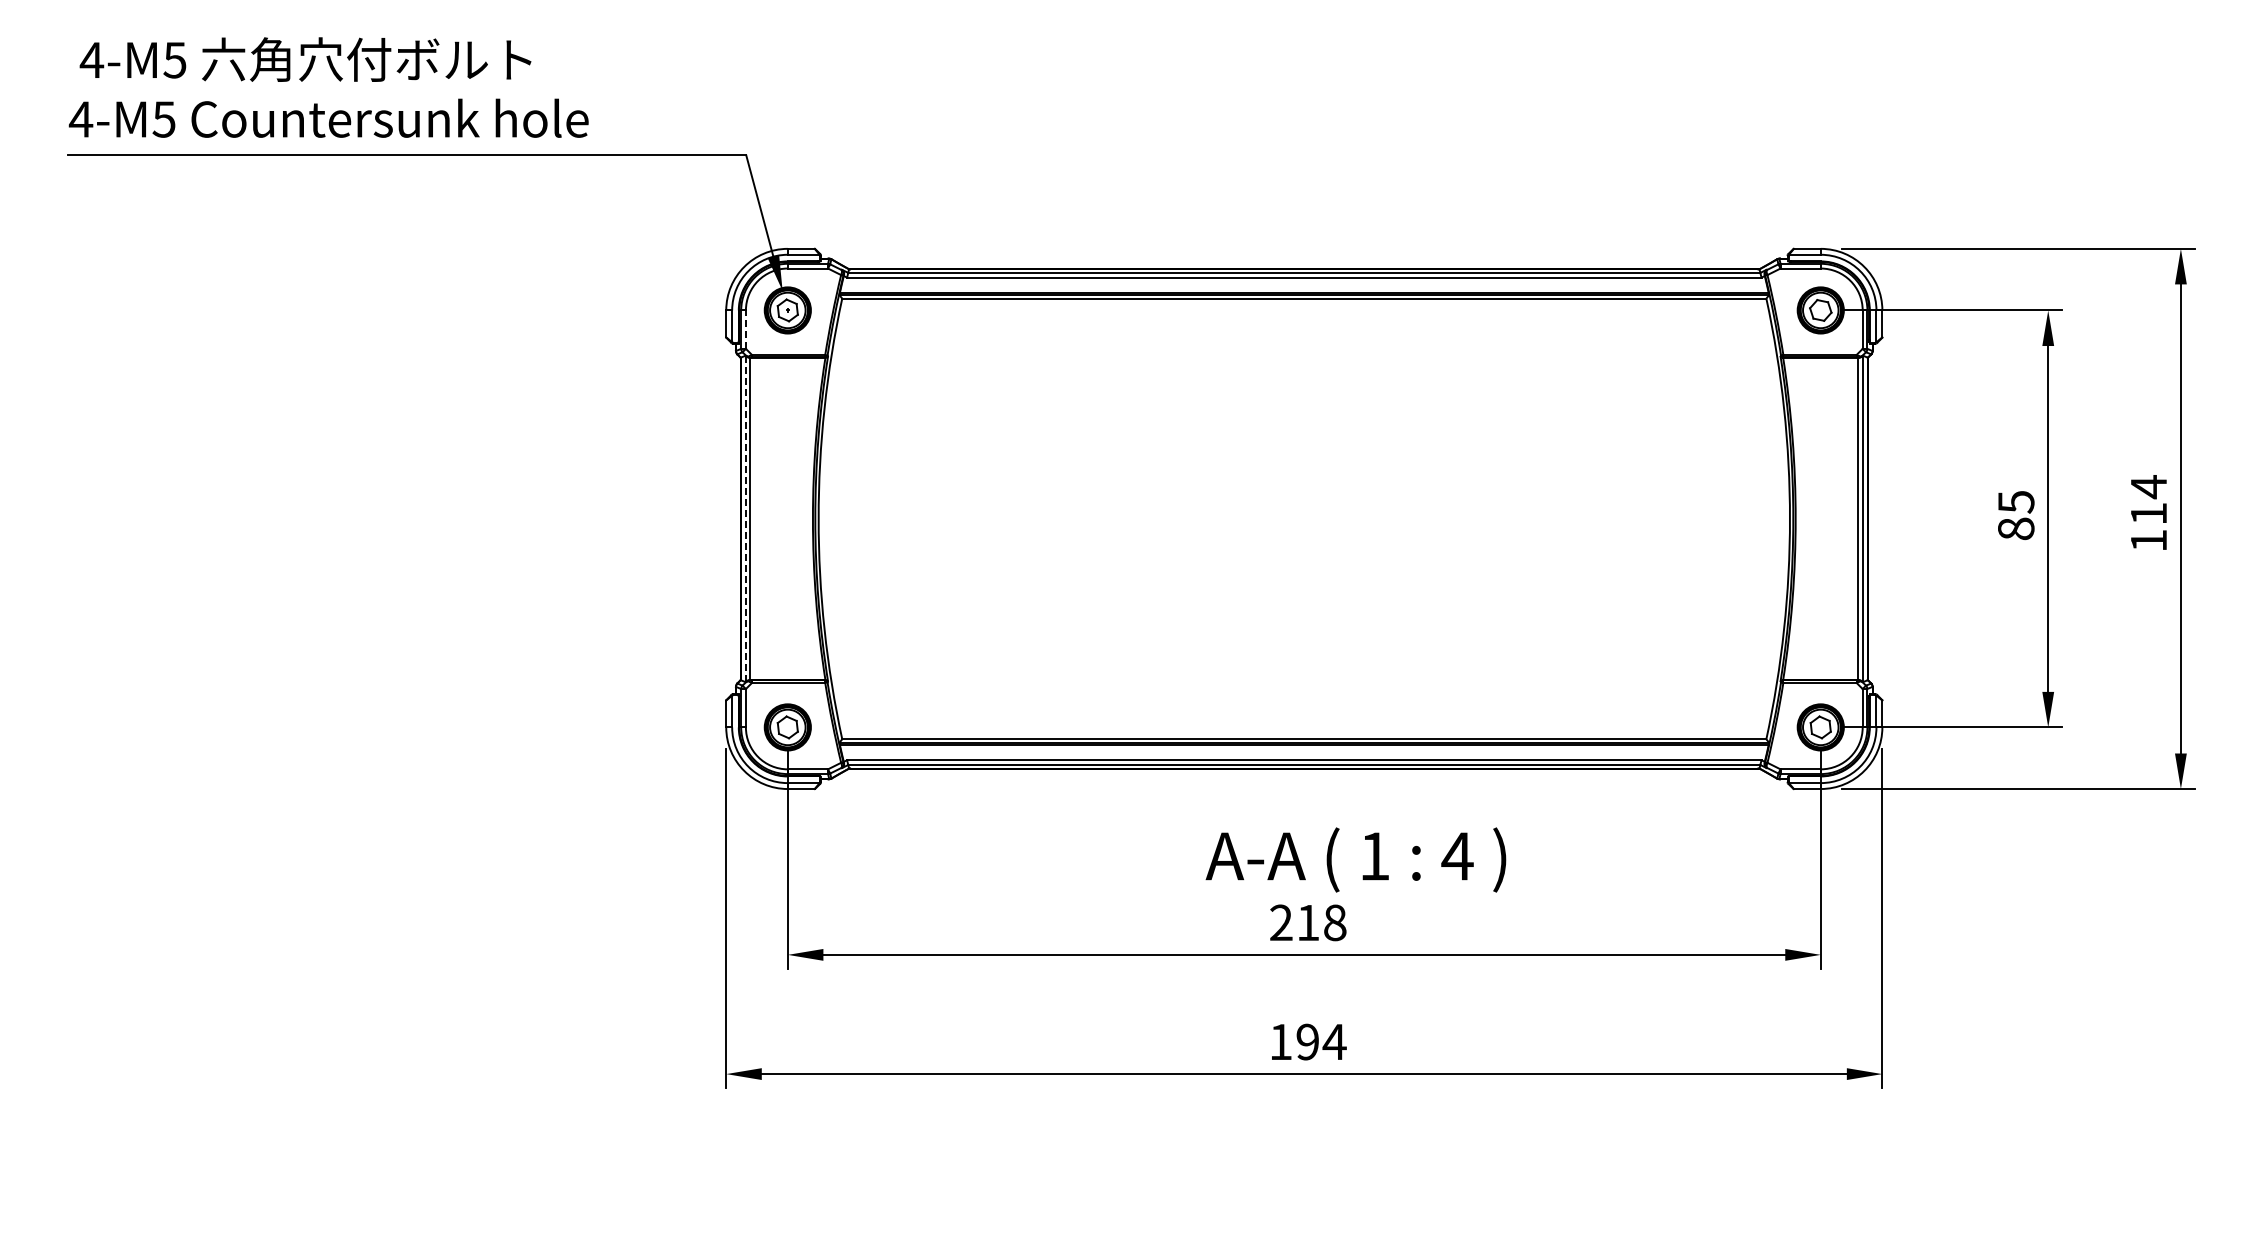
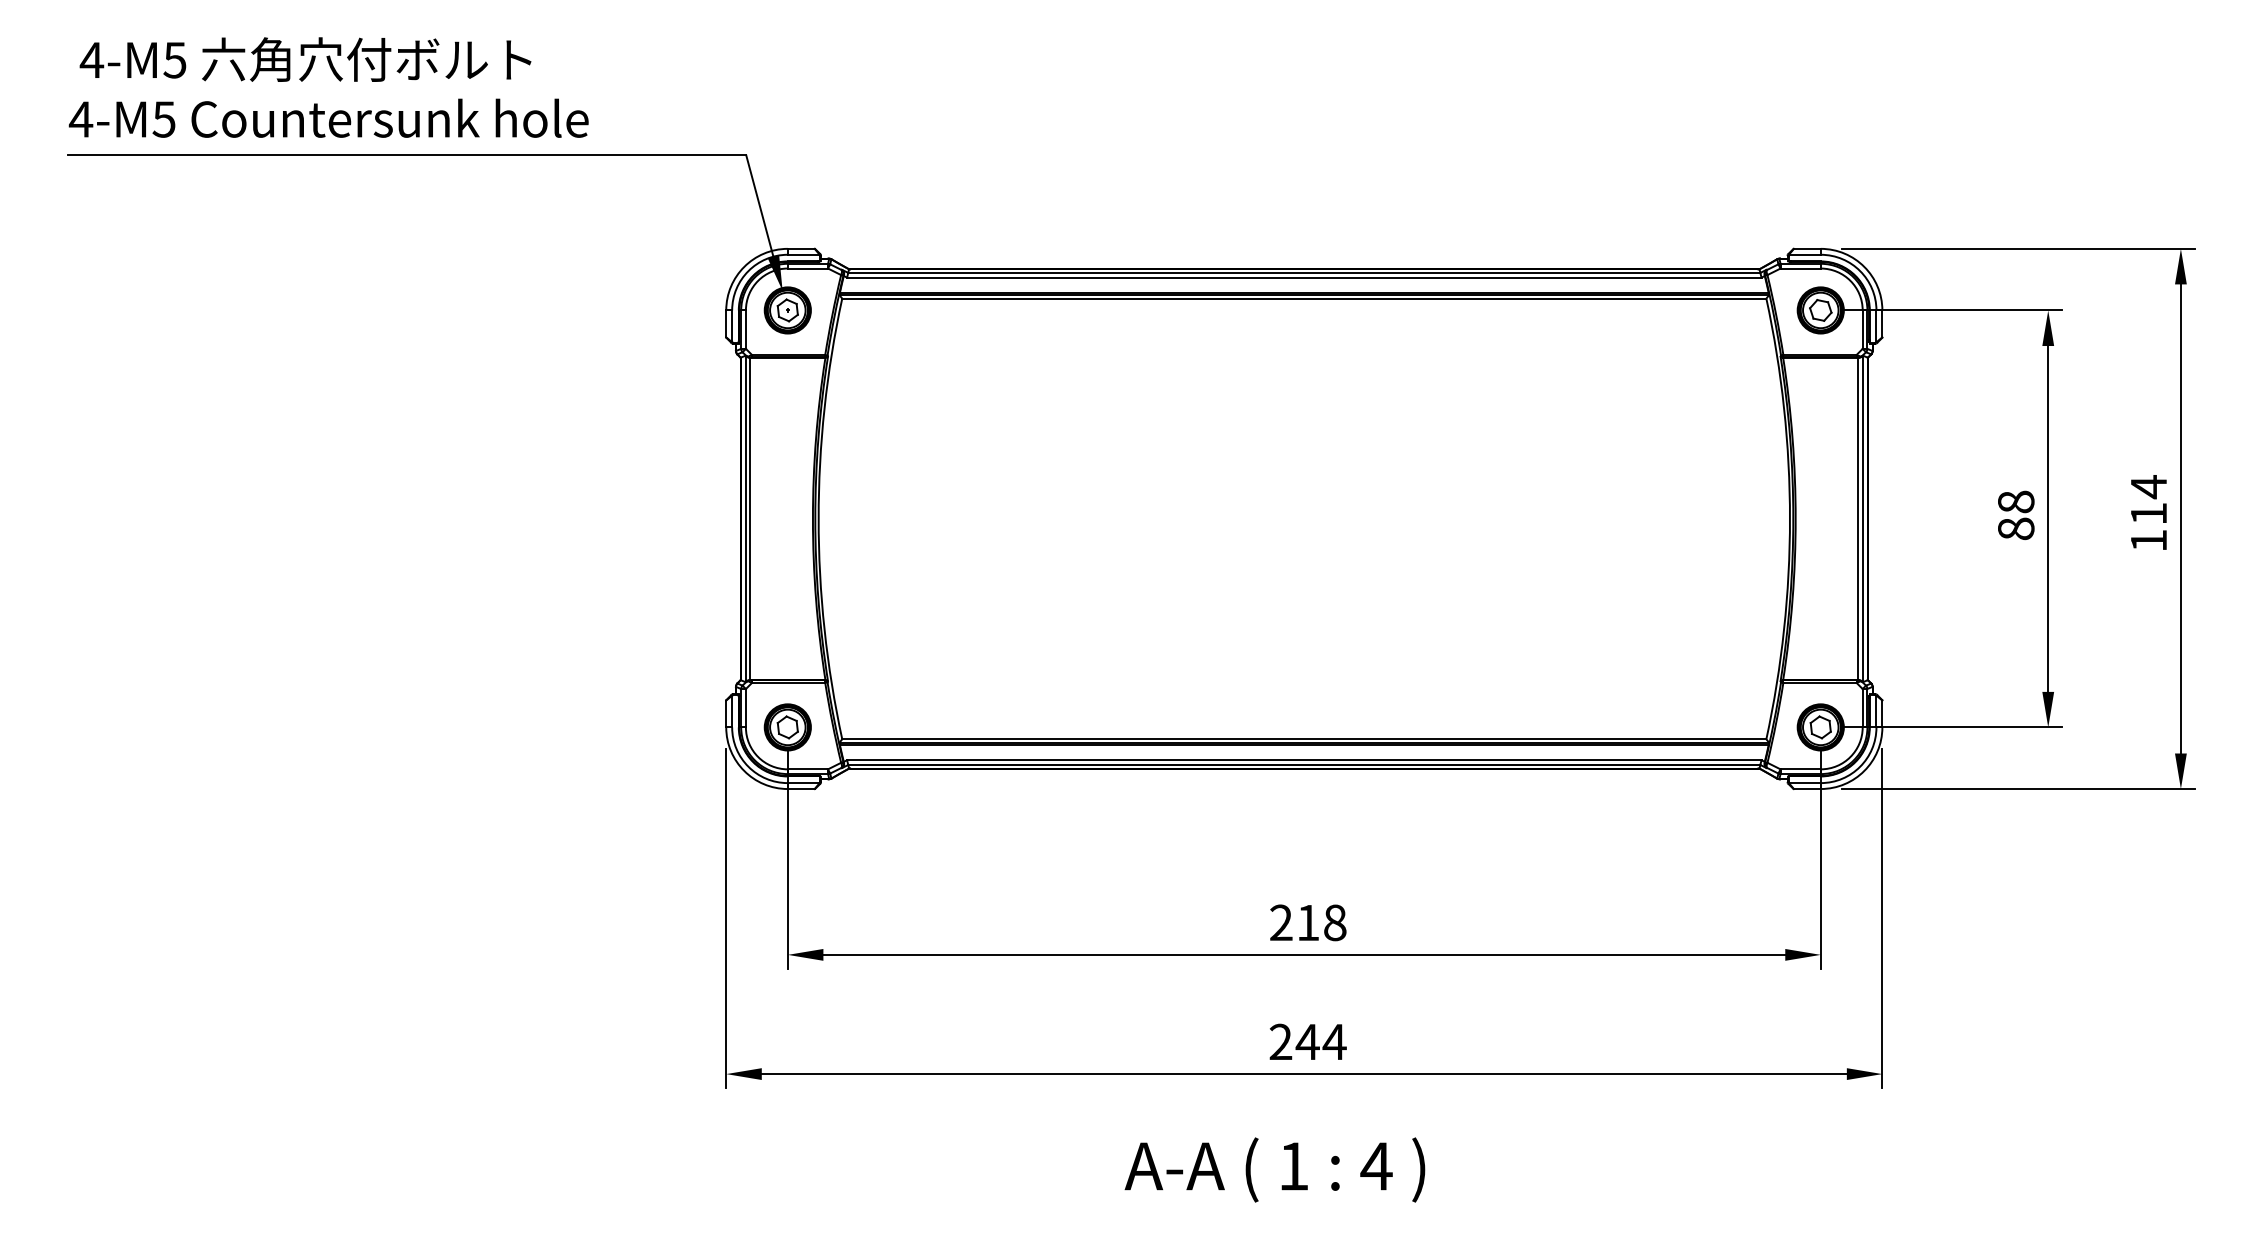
line at (745, 329): dashed -> solid
text at (2016, 501): 85 -> 88
line at (745, 519): dashed -> solid
text at (1355, 859) position: (1355, 859) -> (1274, 1169)
text at (1294, 1041): 194 -> 244
